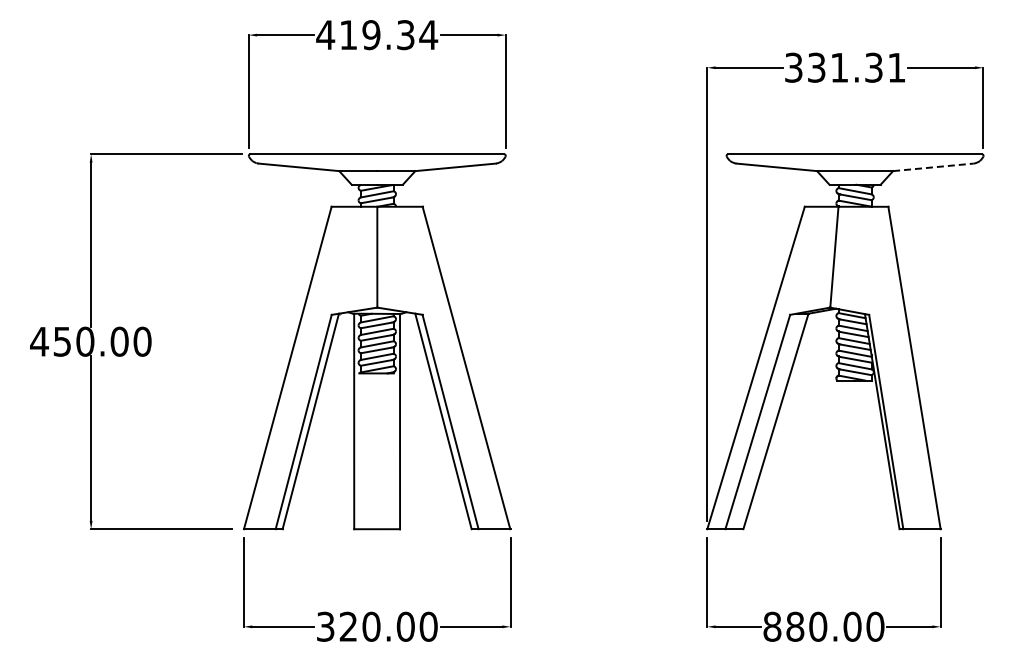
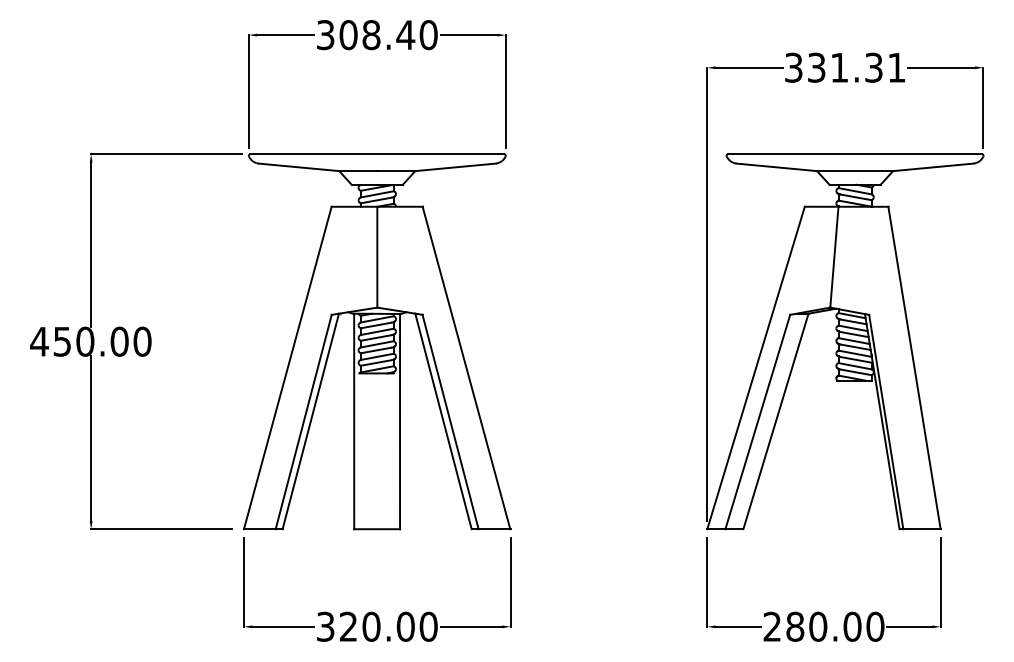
text at (377, 35): 419.34 -> 308.40
line at (933, 167): dashed -> solid
text at (772, 626): 880.00 -> 280.00
